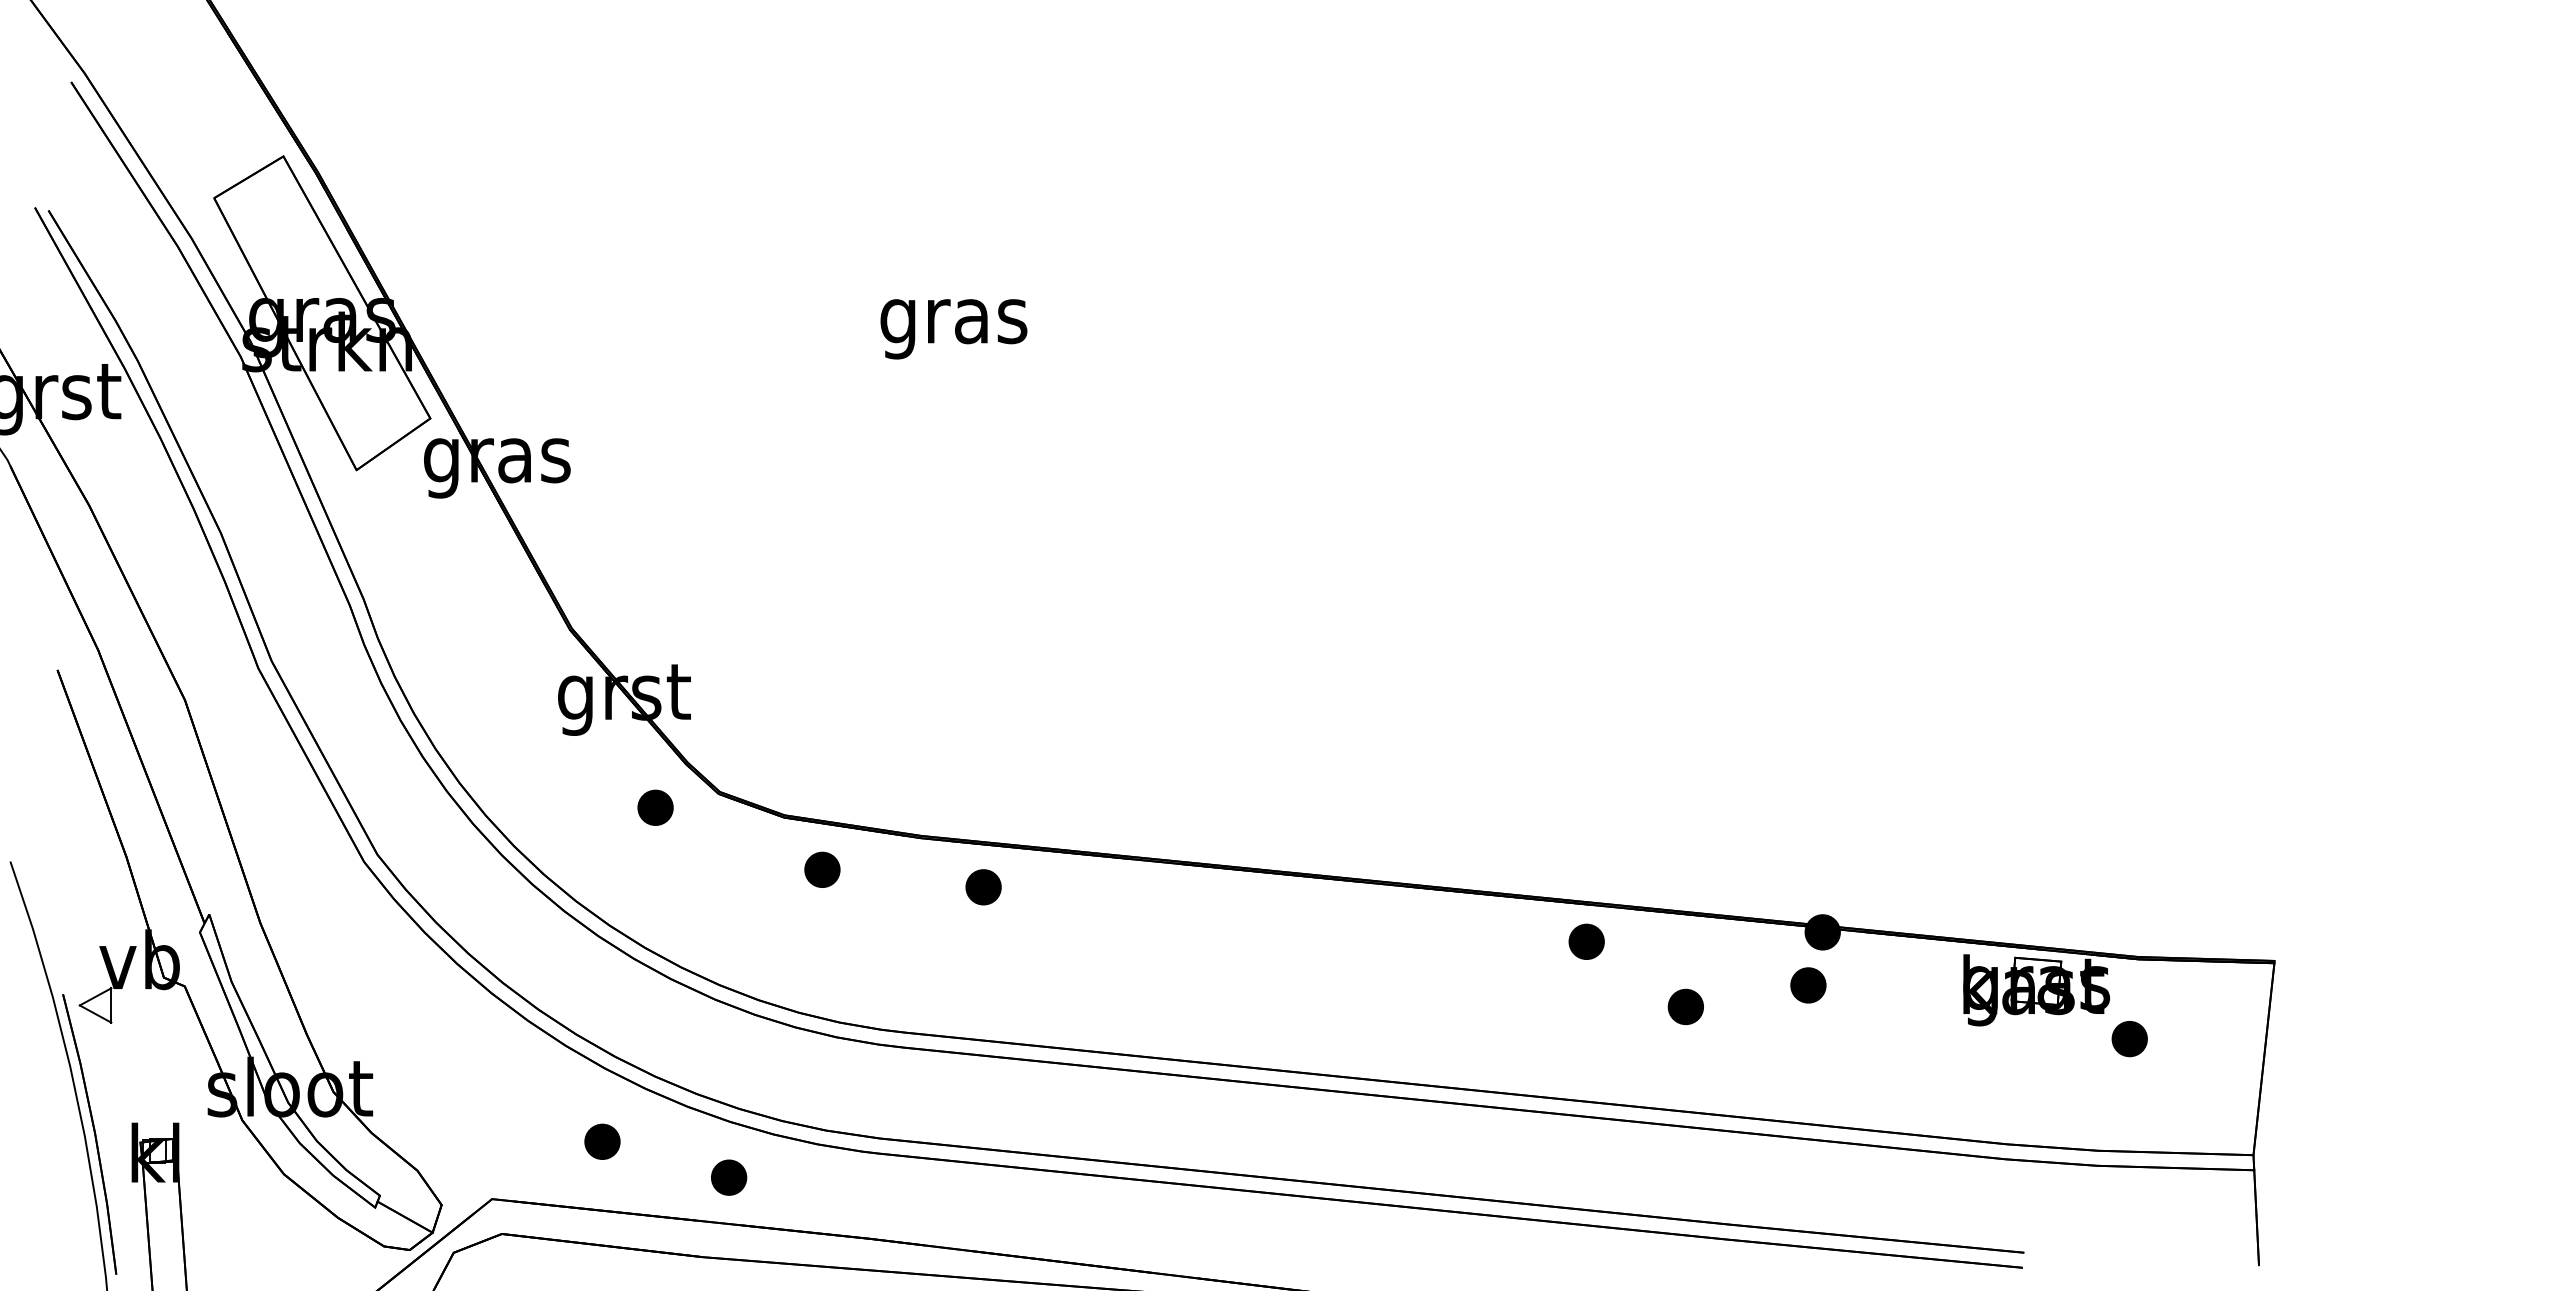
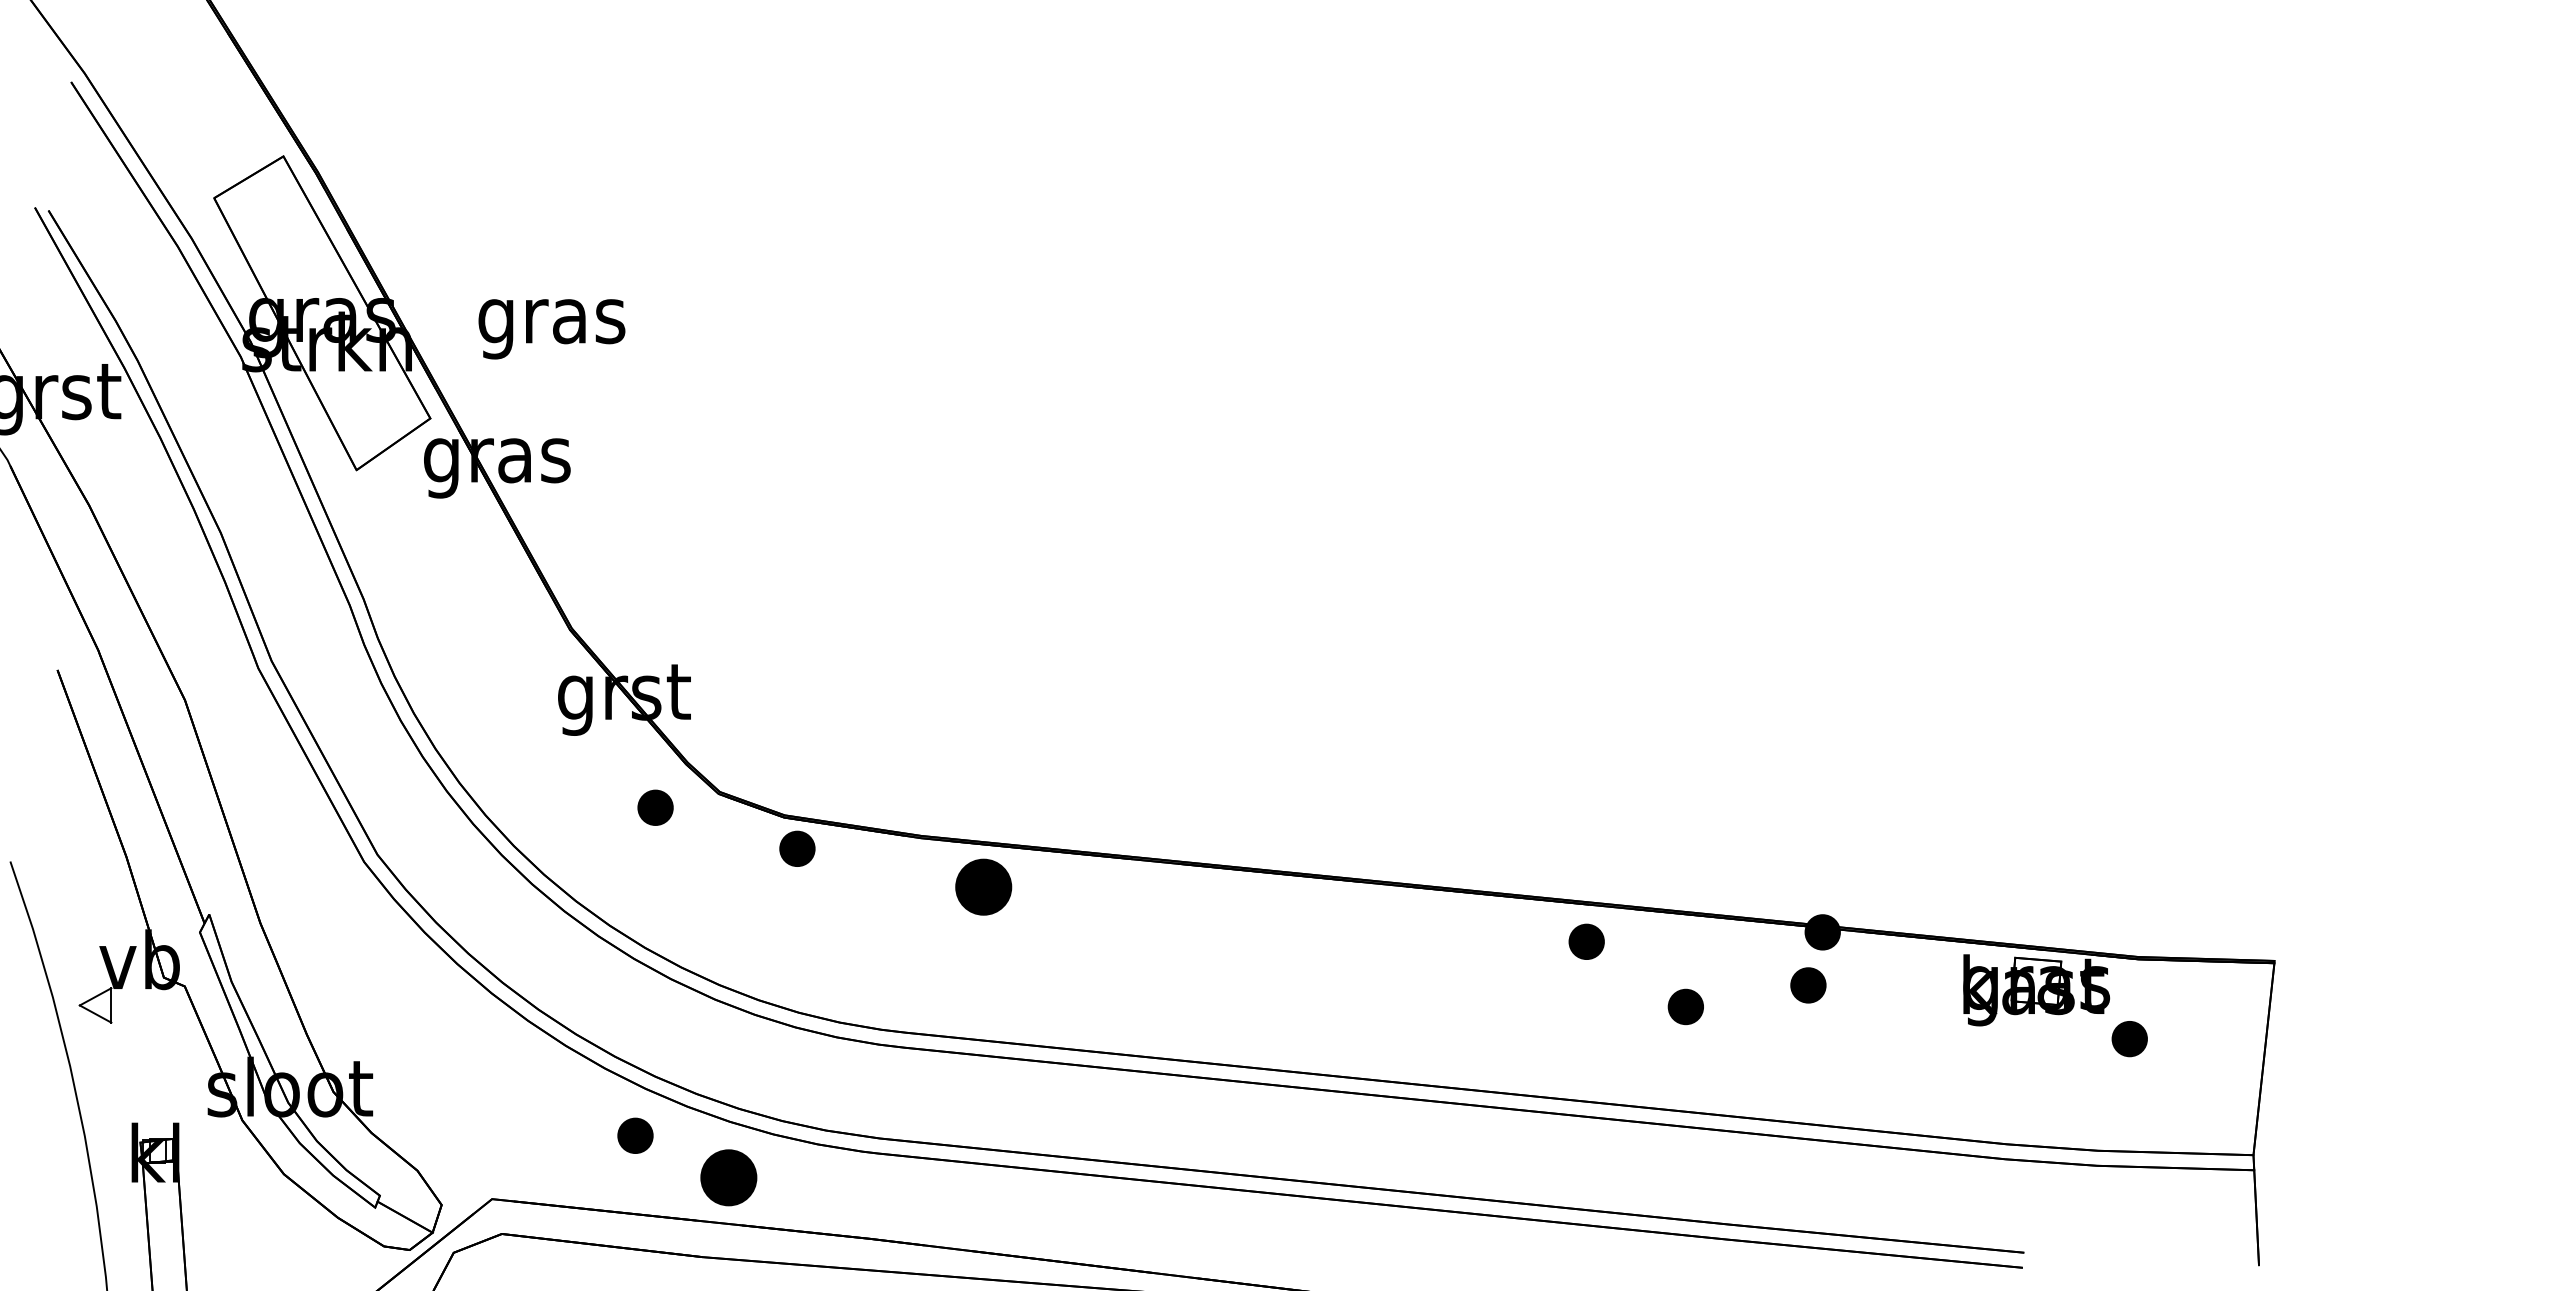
text at (953, 329) position: (953, 329) -> (551, 329)
part at (822, 869) position: (822, 869) -> (797, 848)
part at (983, 887) size: 37x37 px -> 58x58 px
part at (89, 1134): present -> none
part at (602, 1141) position: (602, 1141) -> (635, 1135)
part at (729, 1177) size: 37x37 px -> 58x58 px
